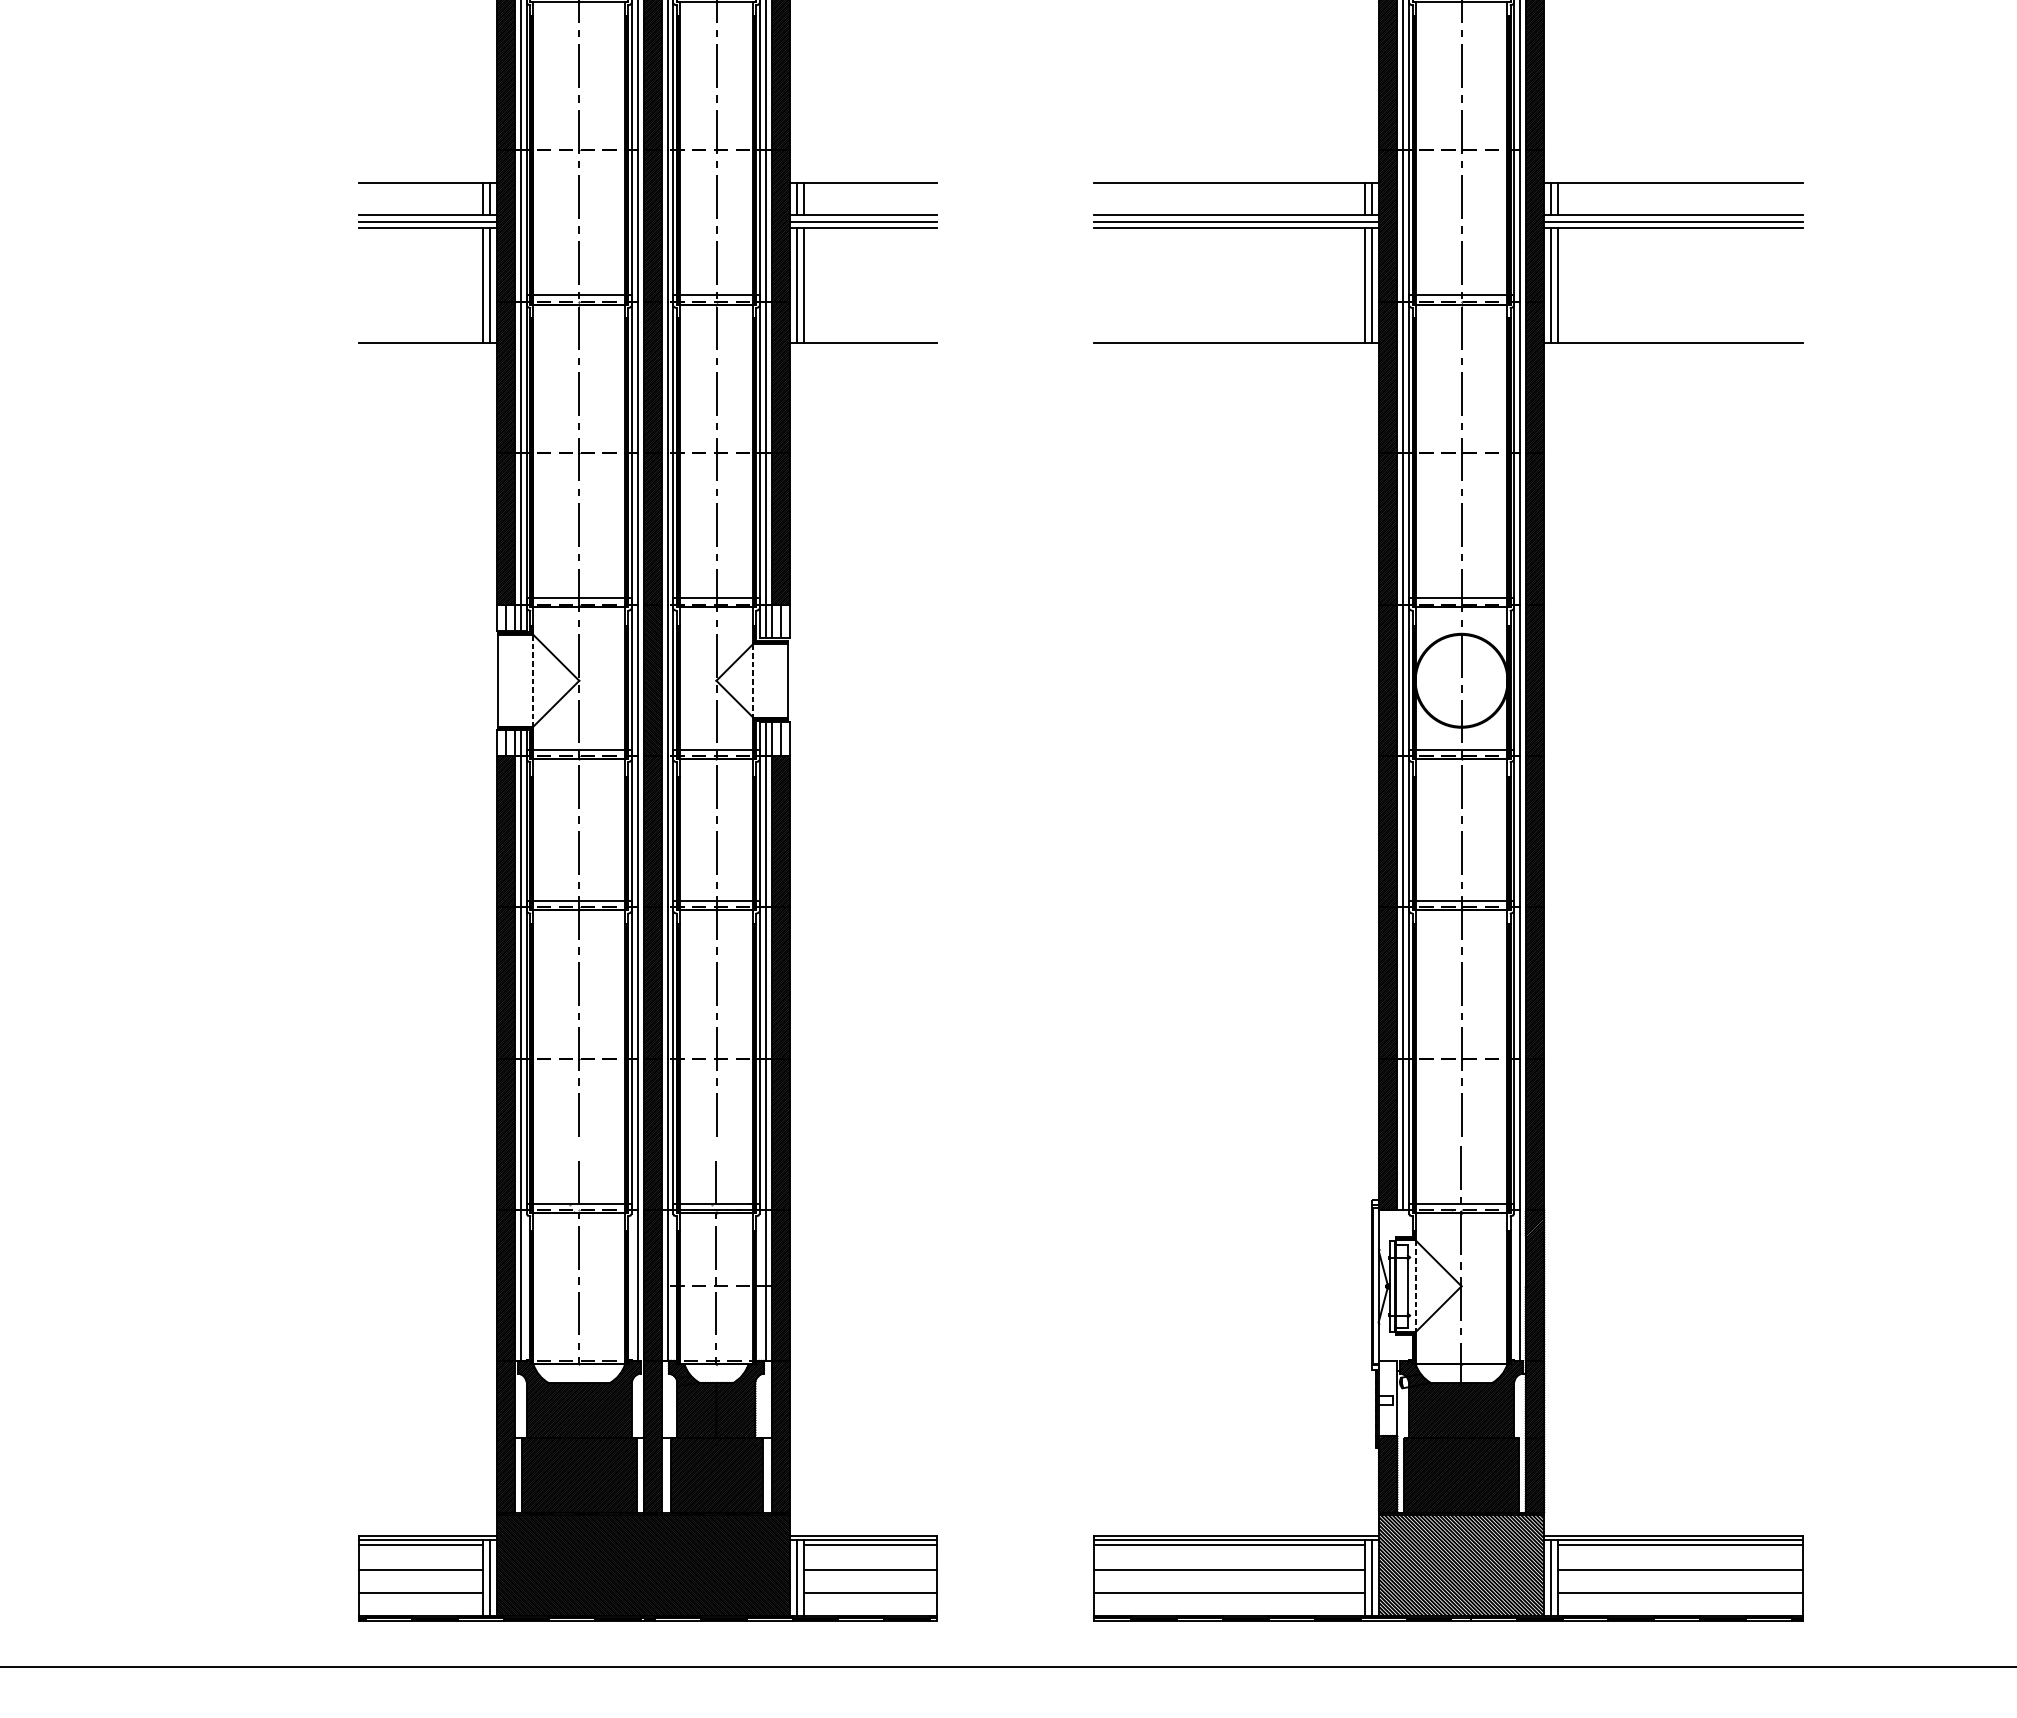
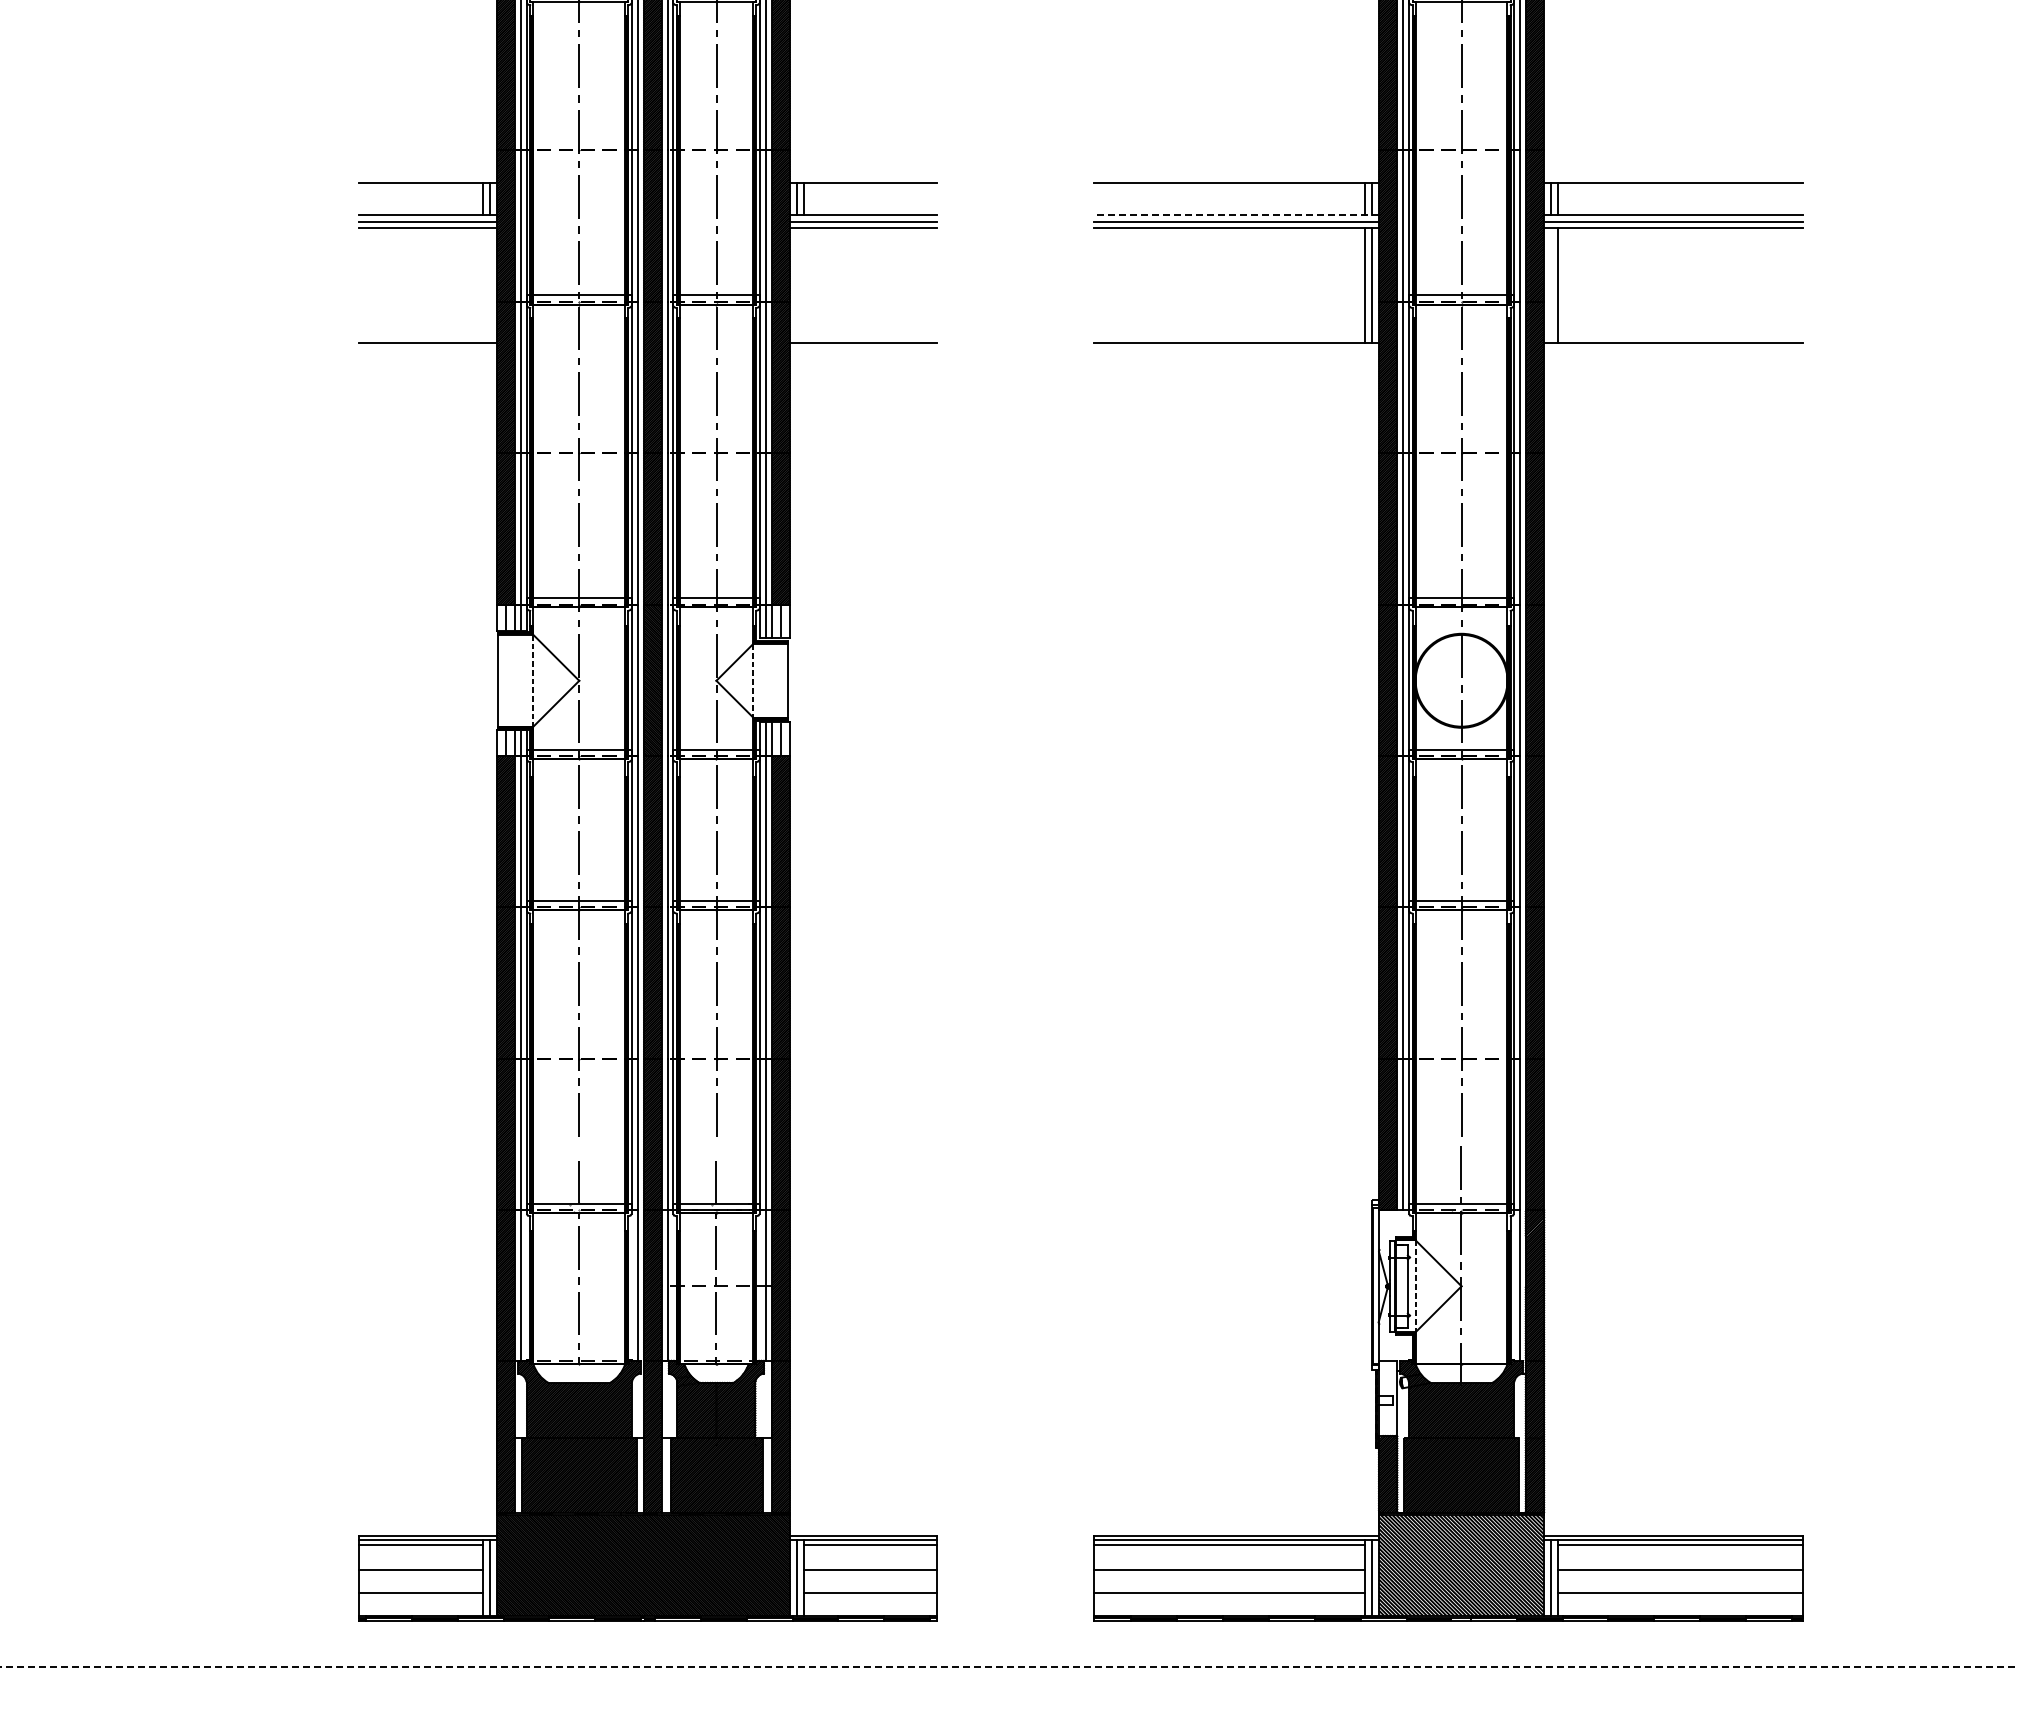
line at (1236, 214): solid -> dashed
line at (482, 285): present -> none
line at (489, 285): present -> none
line at (796, 285): present -> none
line at (803, 285): present -> none
line at (1551, 285): present -> none
line at (1008, 1666): solid -> dashed
